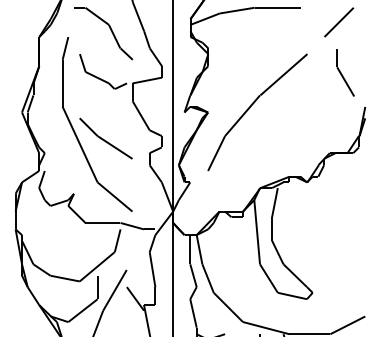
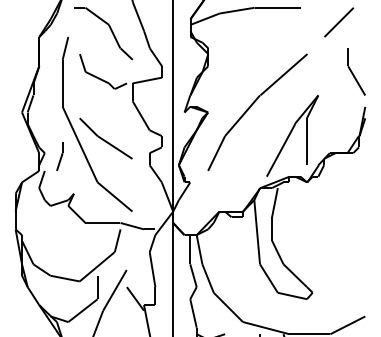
part at (345, 72) position: (345, 72) -> (356, 71)
part at (292, 135): none -> present
part at (59, 156): none -> present
